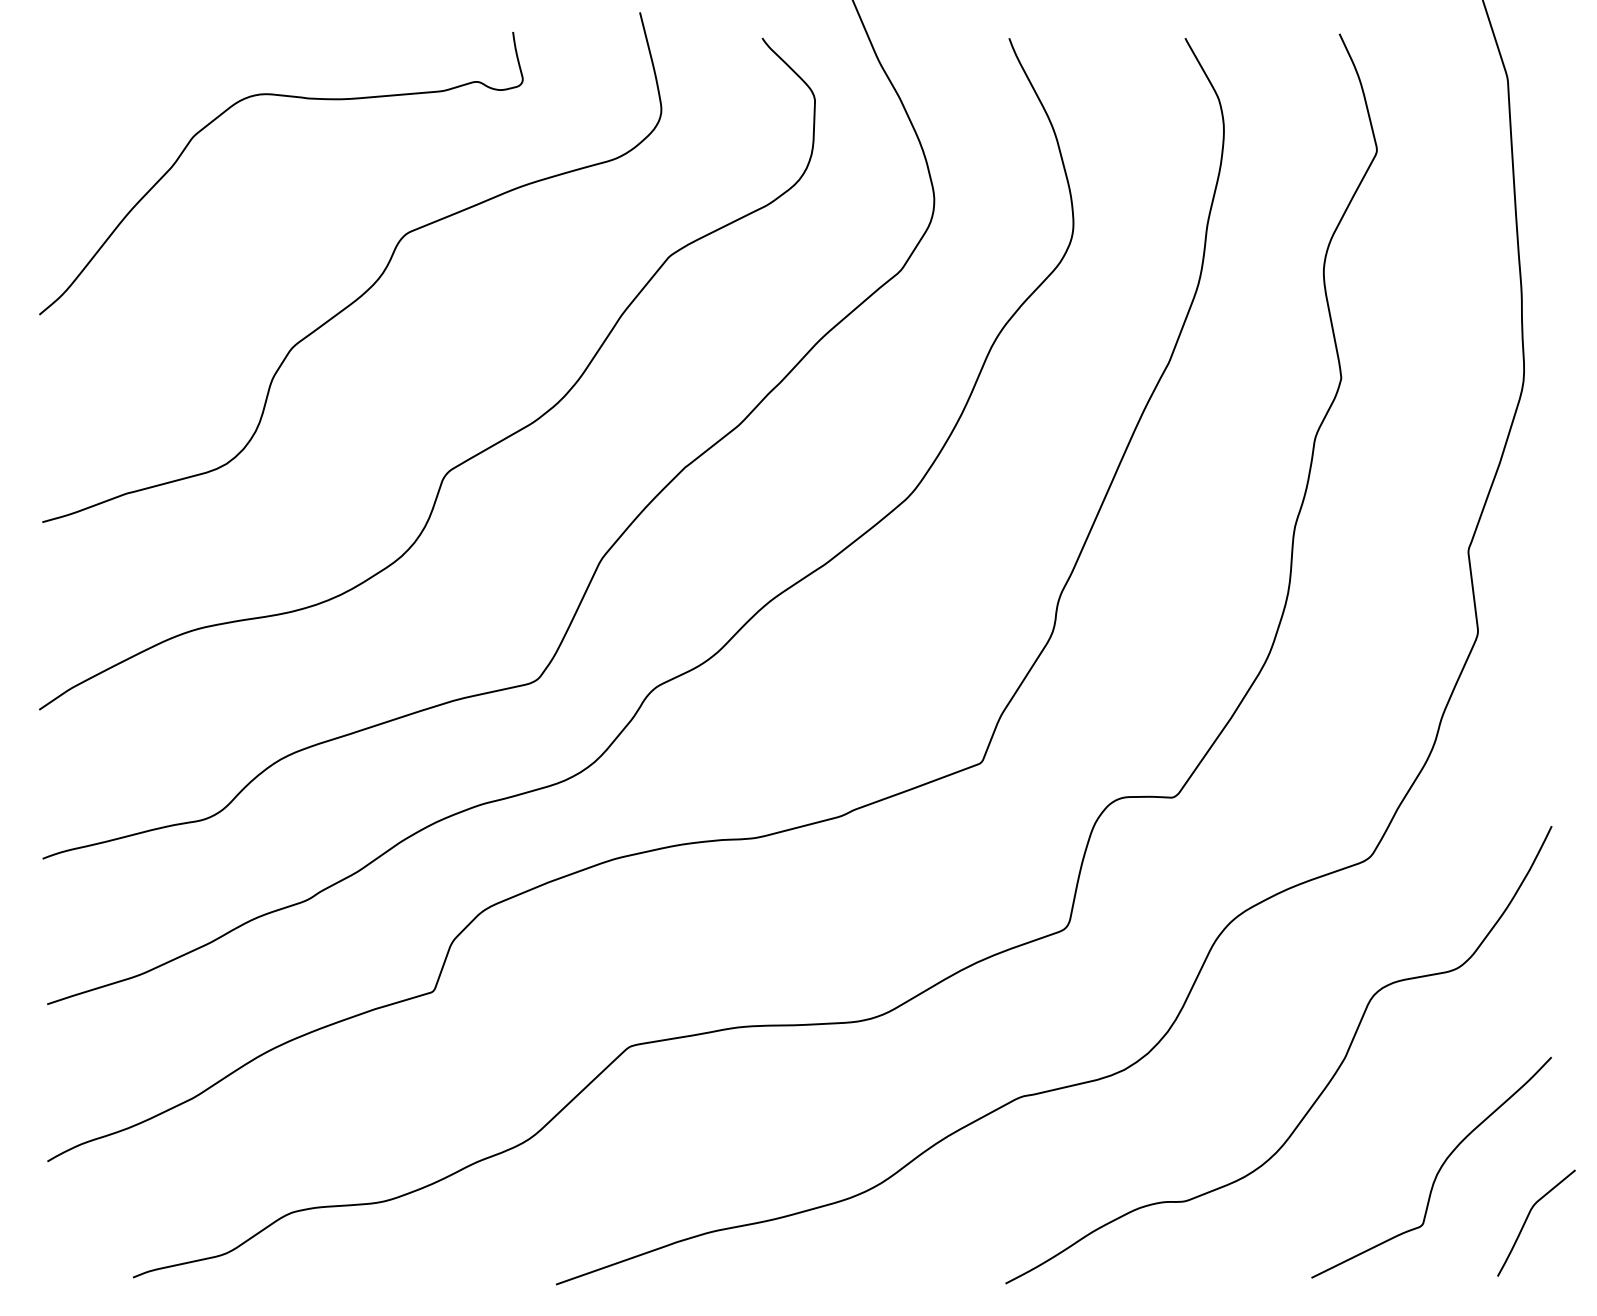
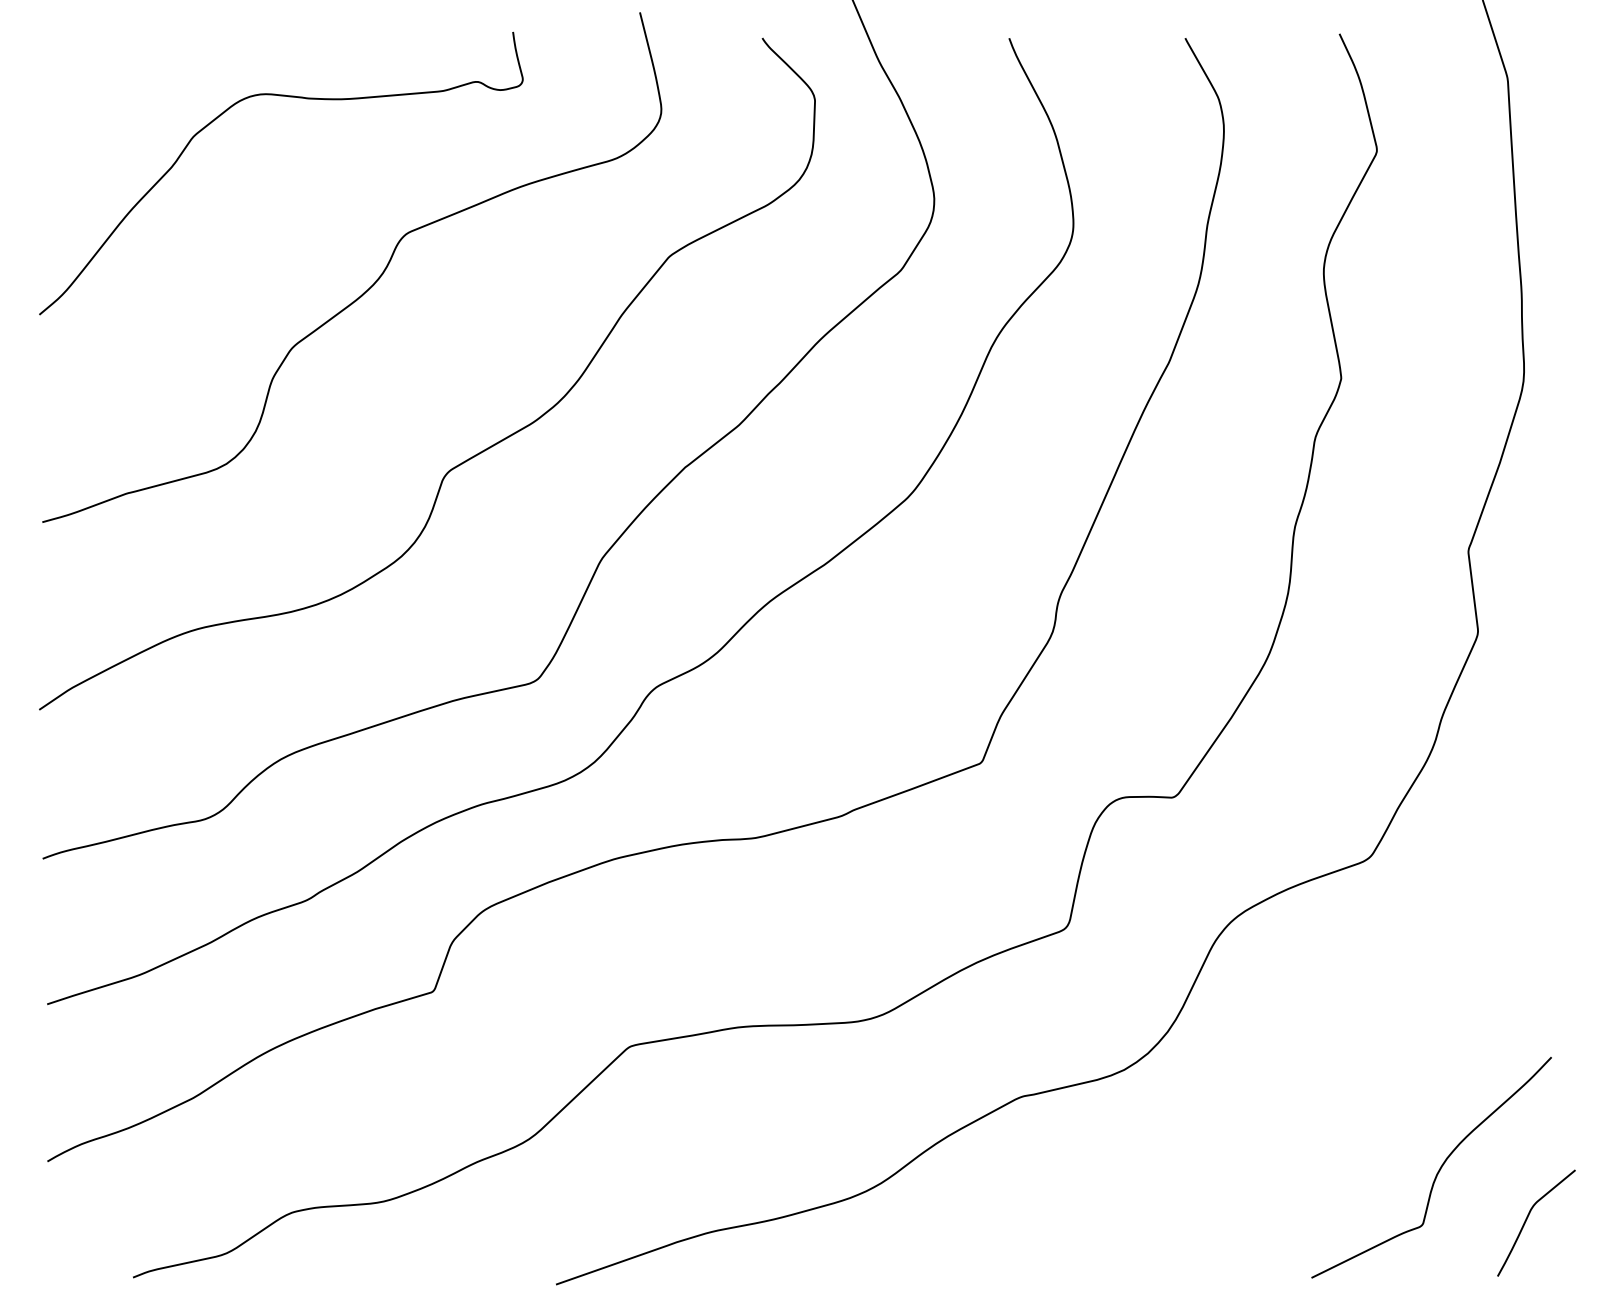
curve at (1324, 1087): present -> none
